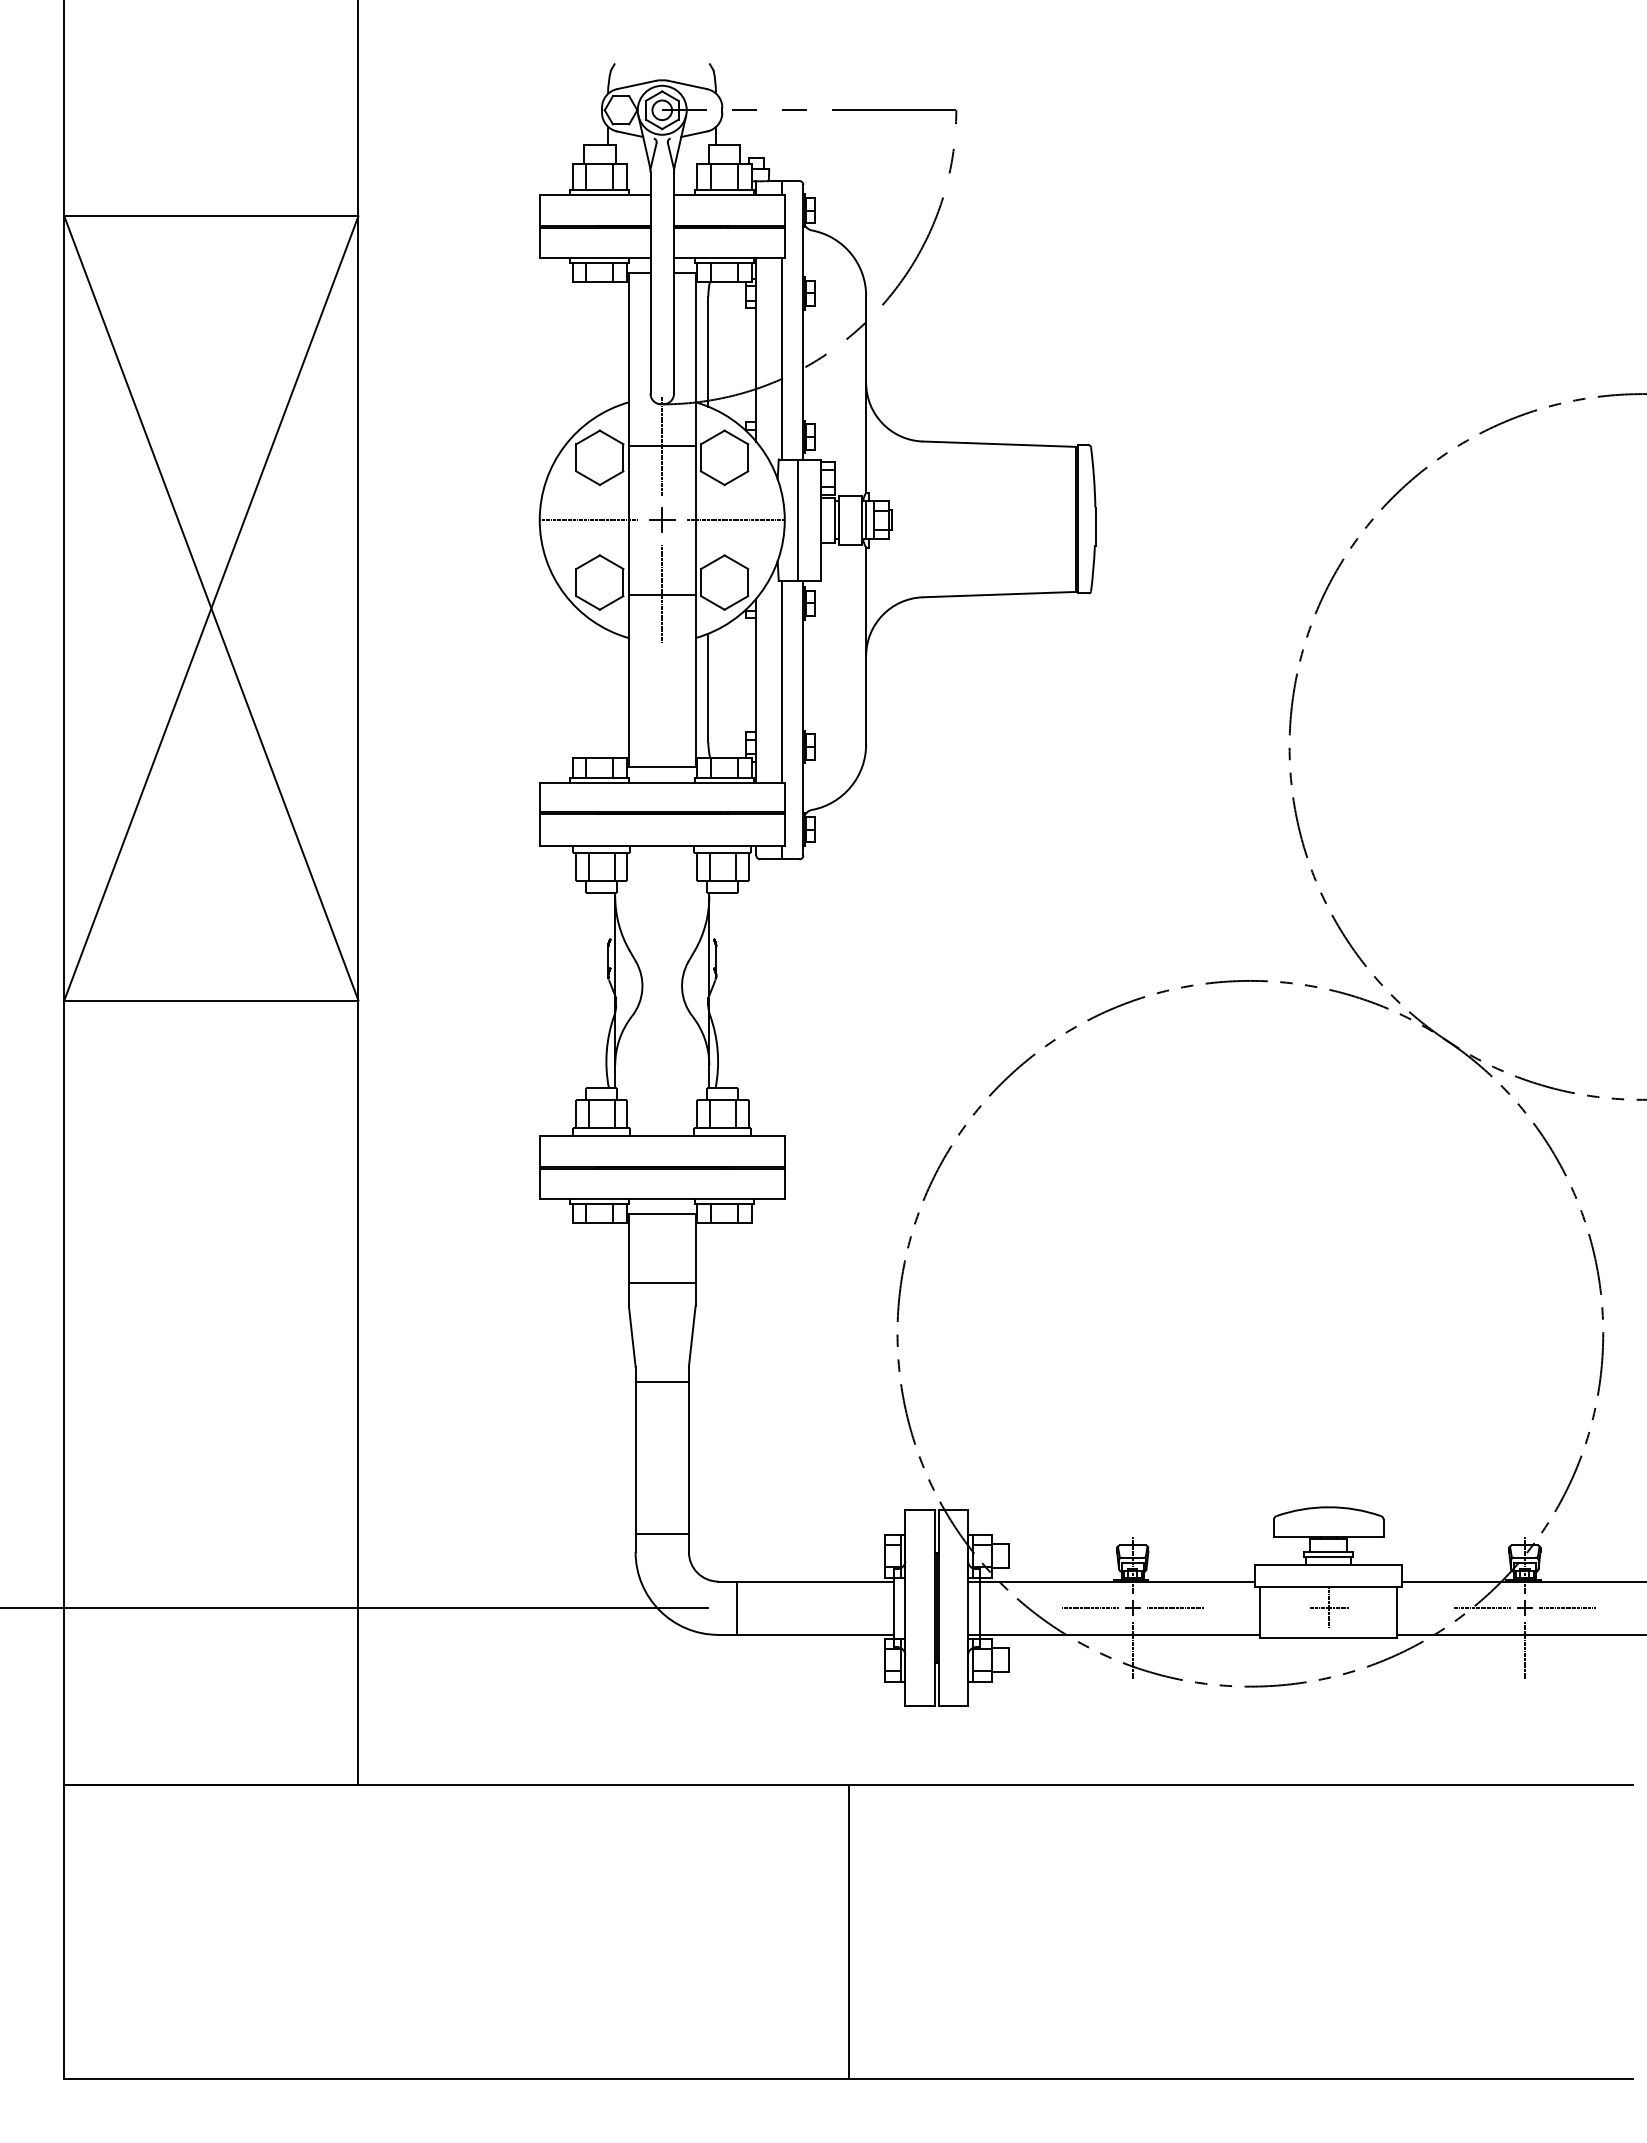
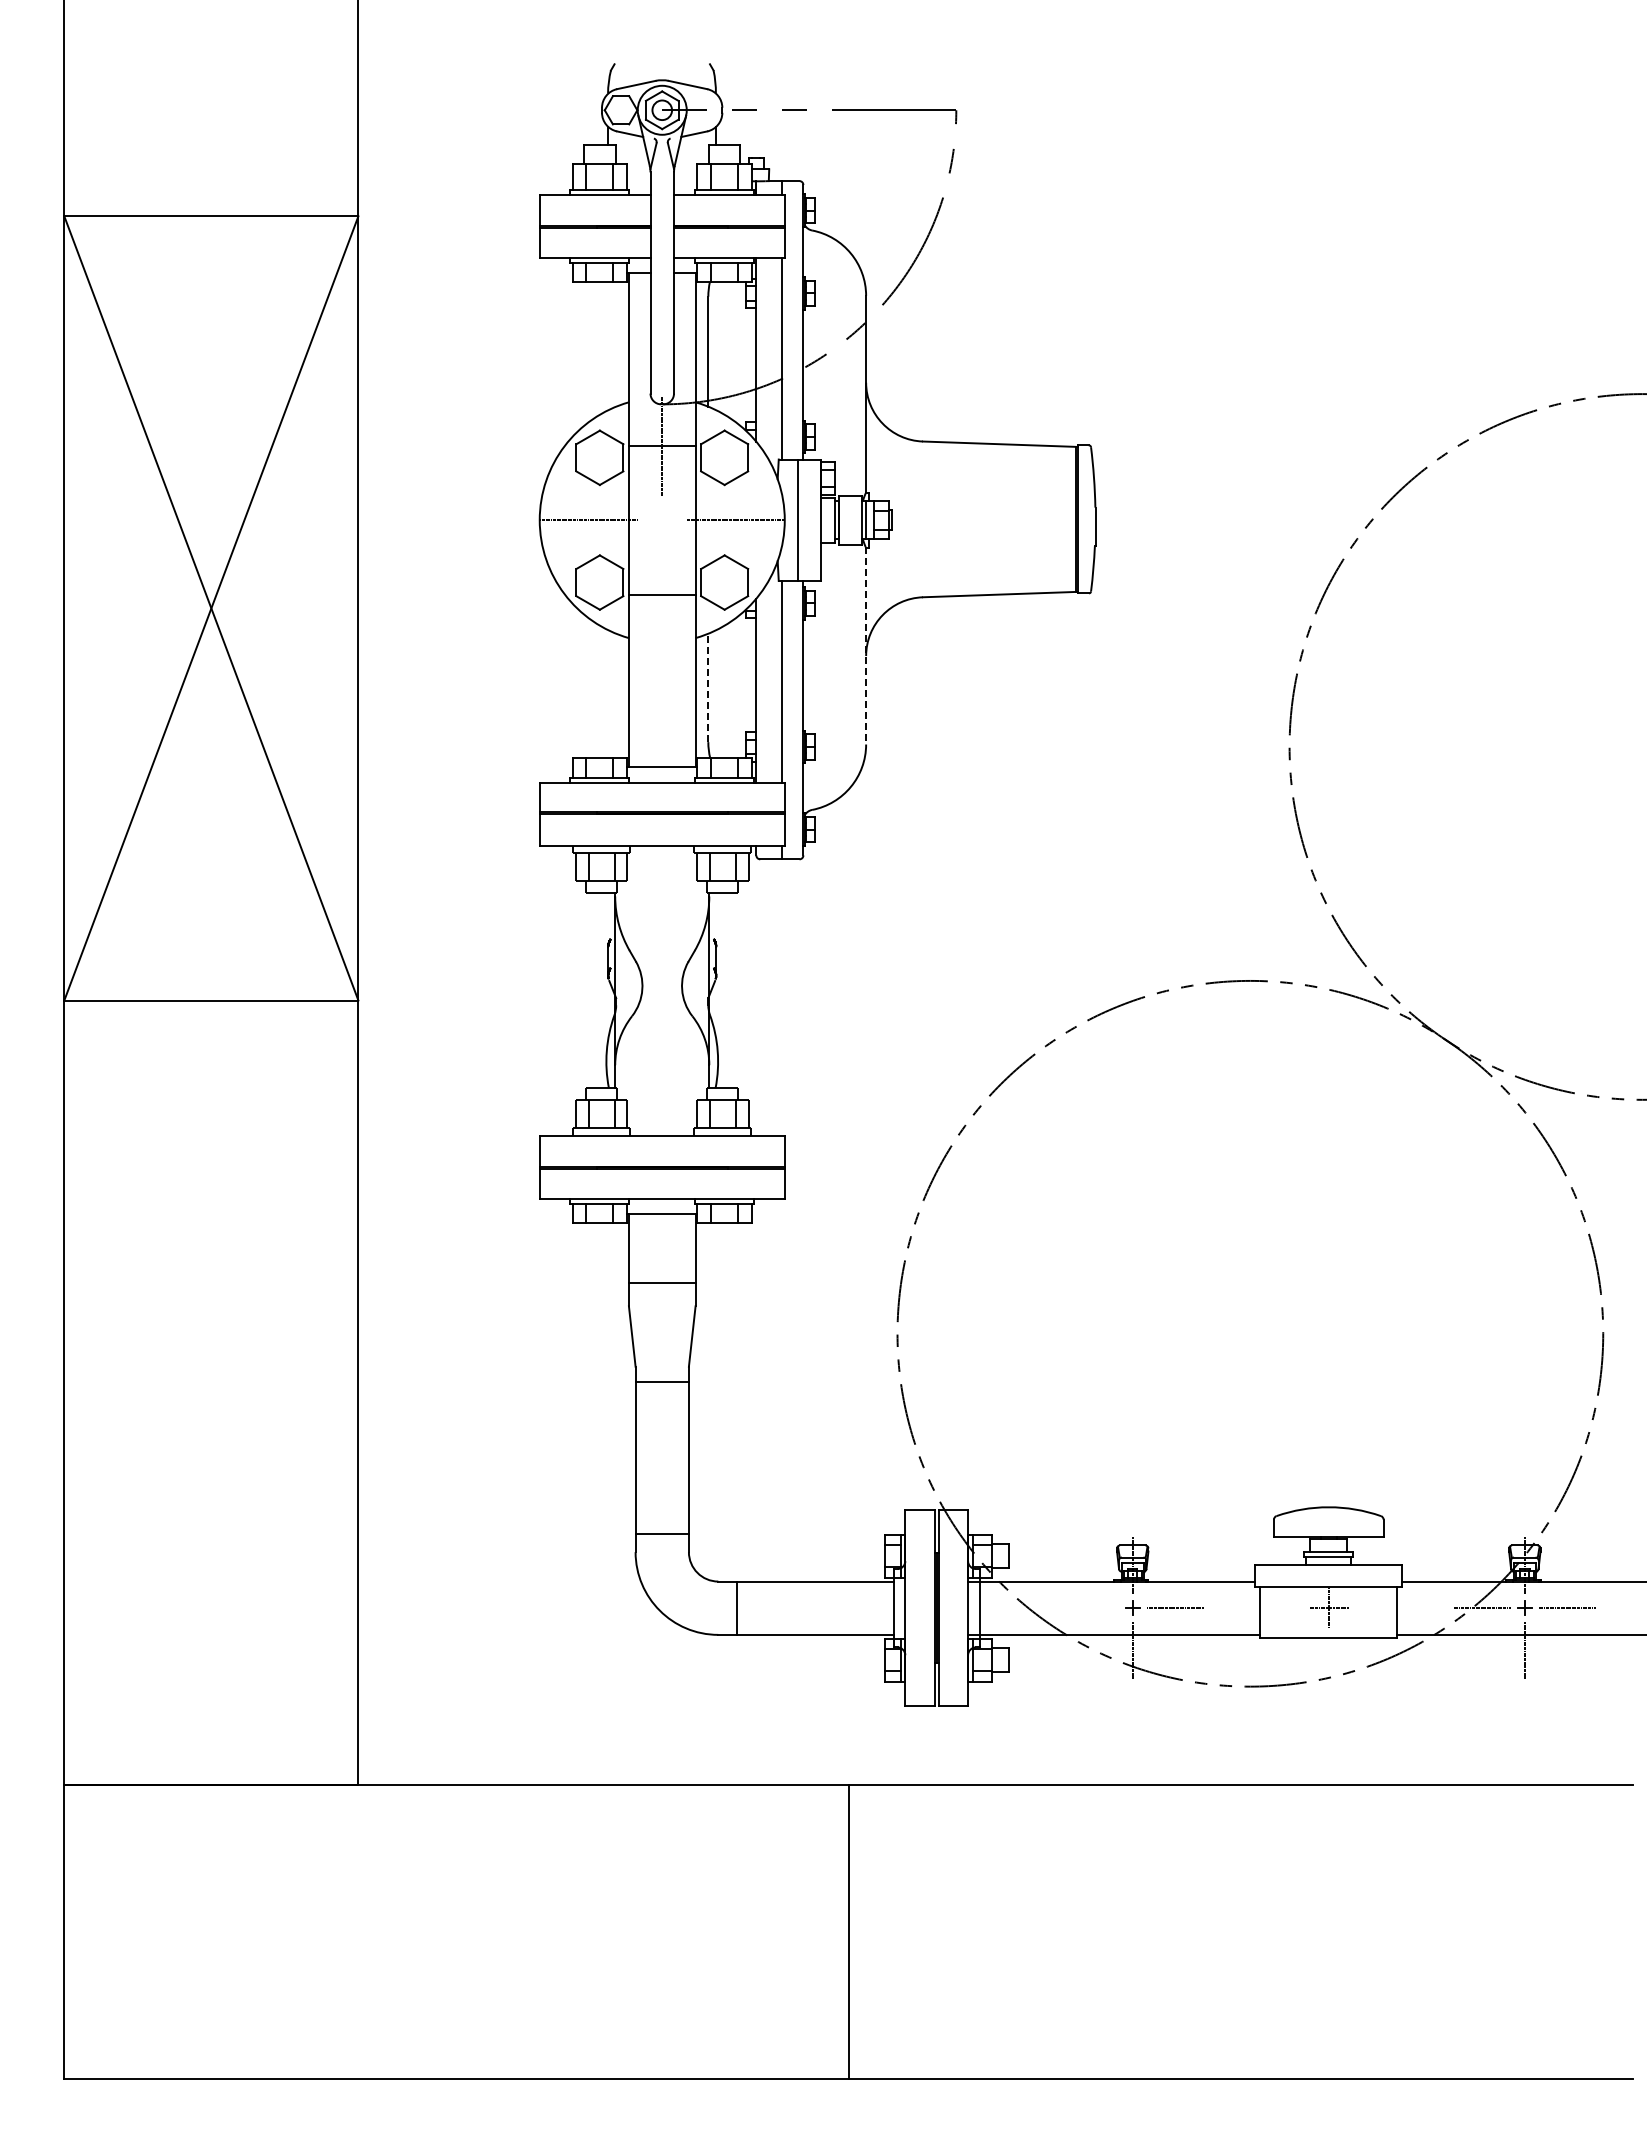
part at (662, 519): present -> none
line at (662, 593): present -> none
line at (866, 645): solid -> dashed
line at (708, 687): solid -> dashed
line at (354, 1608): present -> none
line at (1089, 1608): present -> none
